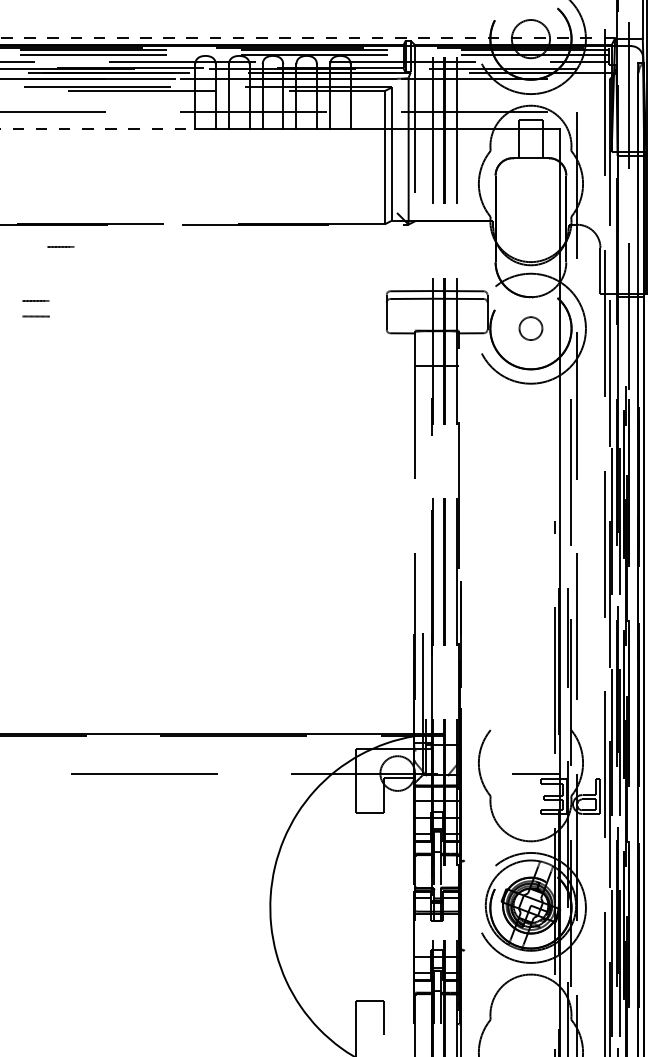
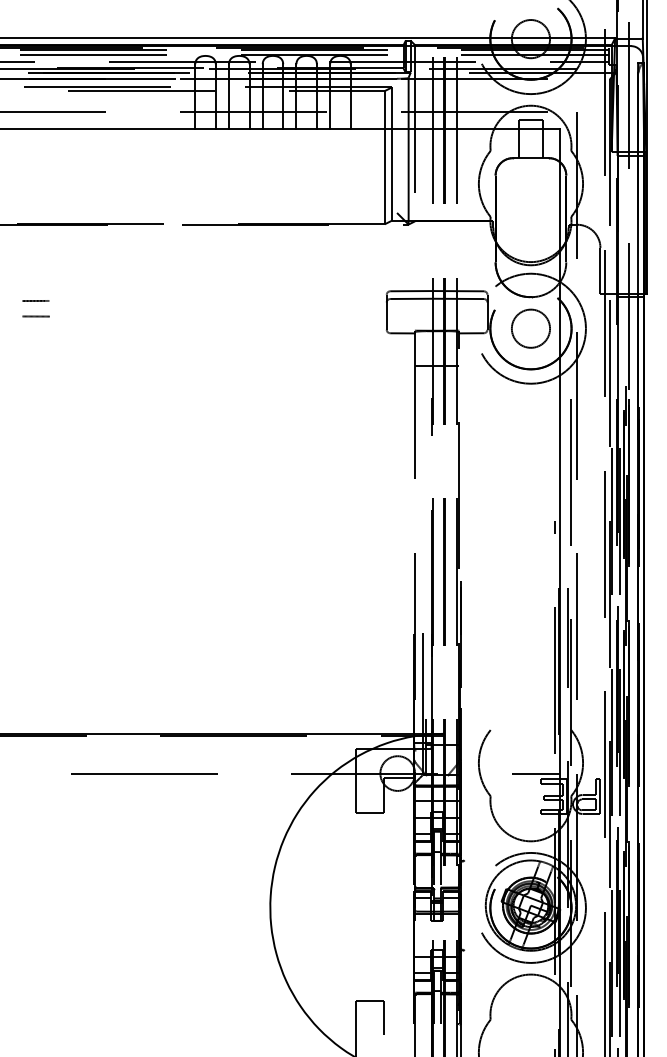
line at (307, 38): dashed -> solid
line at (98, 129): dashed -> solid
line at (60, 246): present -> none
circle at (530, 328) size: 26x25 px -> 40x41 px
